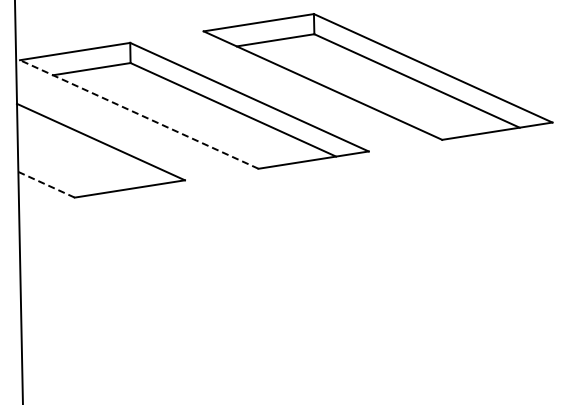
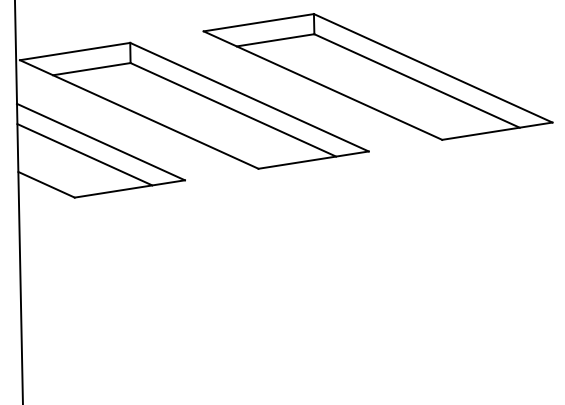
line at (138, 114): dashed -> solid
line at (84, 154): none -> present
line at (46, 184): dashed -> solid
